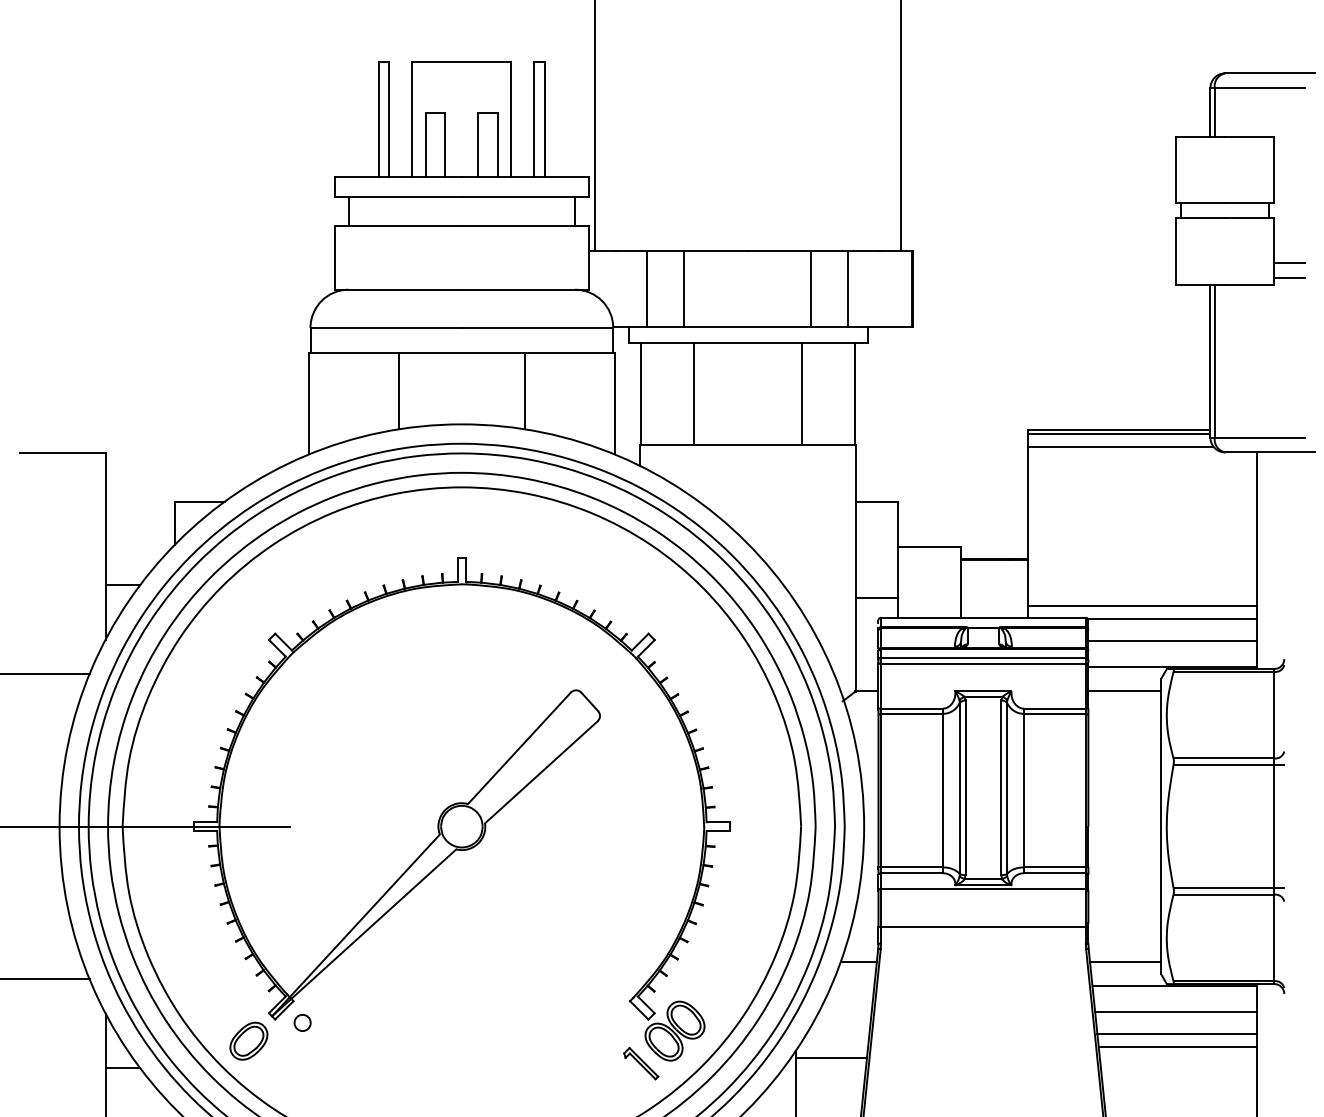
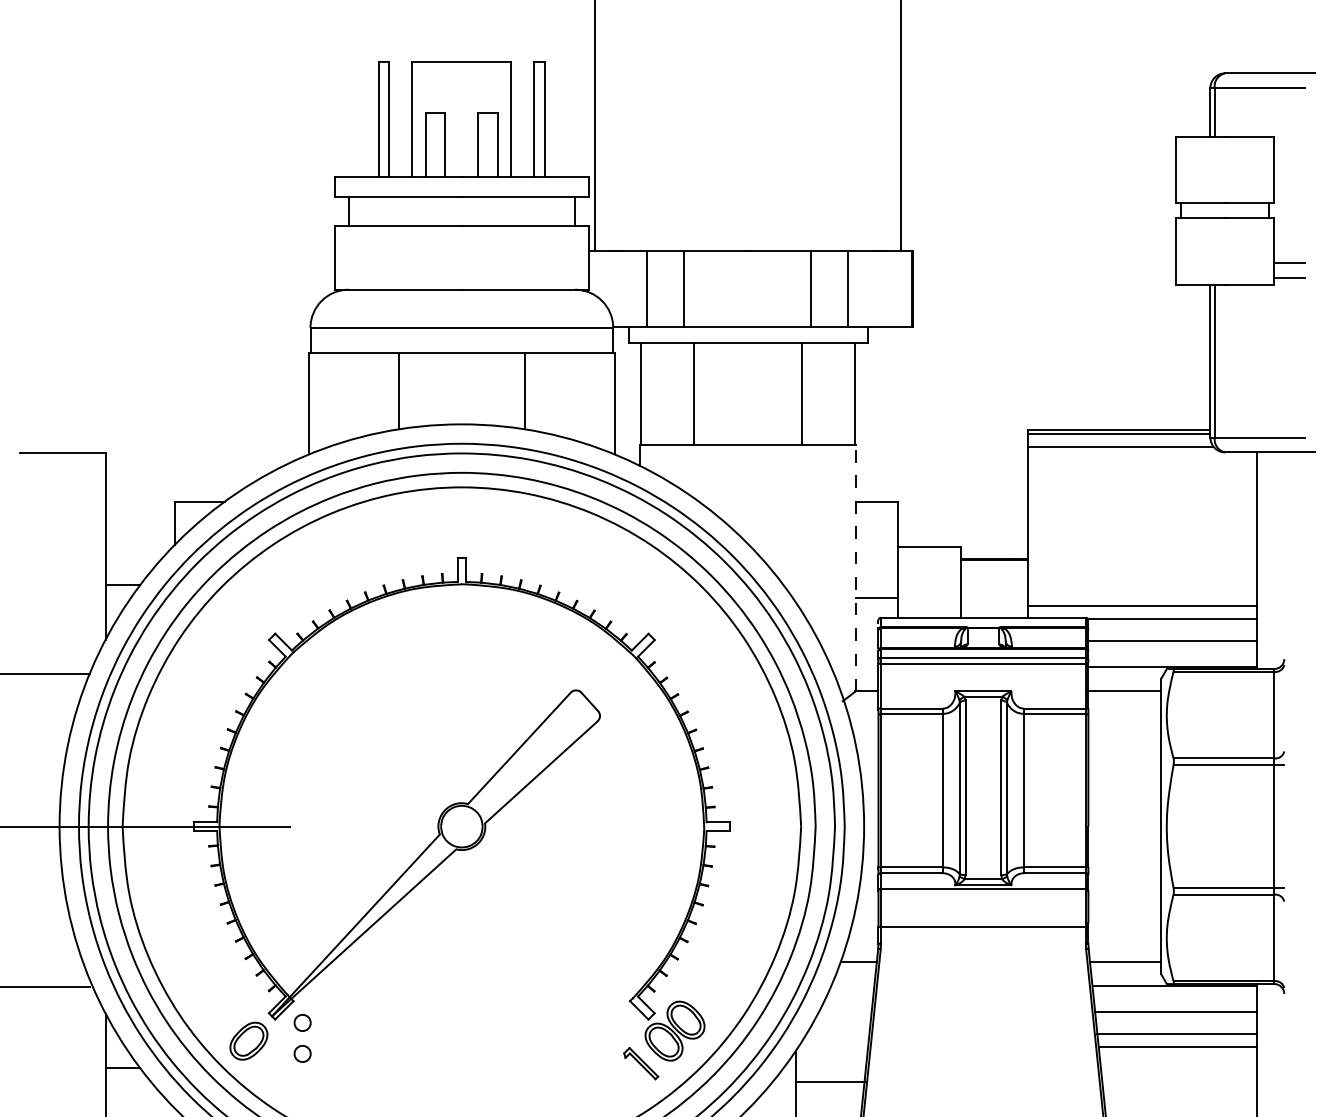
line at (856, 567): solid -> dashed
line at (45, 979) position: (45, 979) -> (45, 987)
part at (302, 1053): none -> present
line at (831, 1057) position: (831, 1057) -> (831, 1081)
